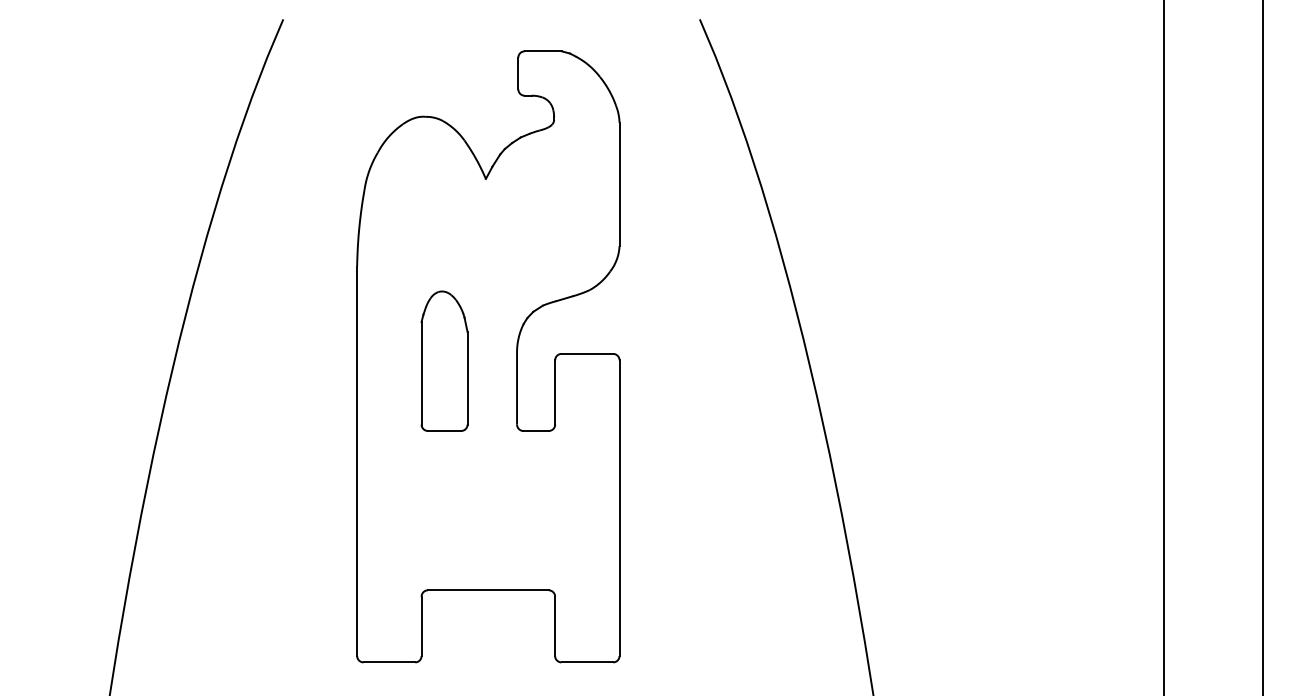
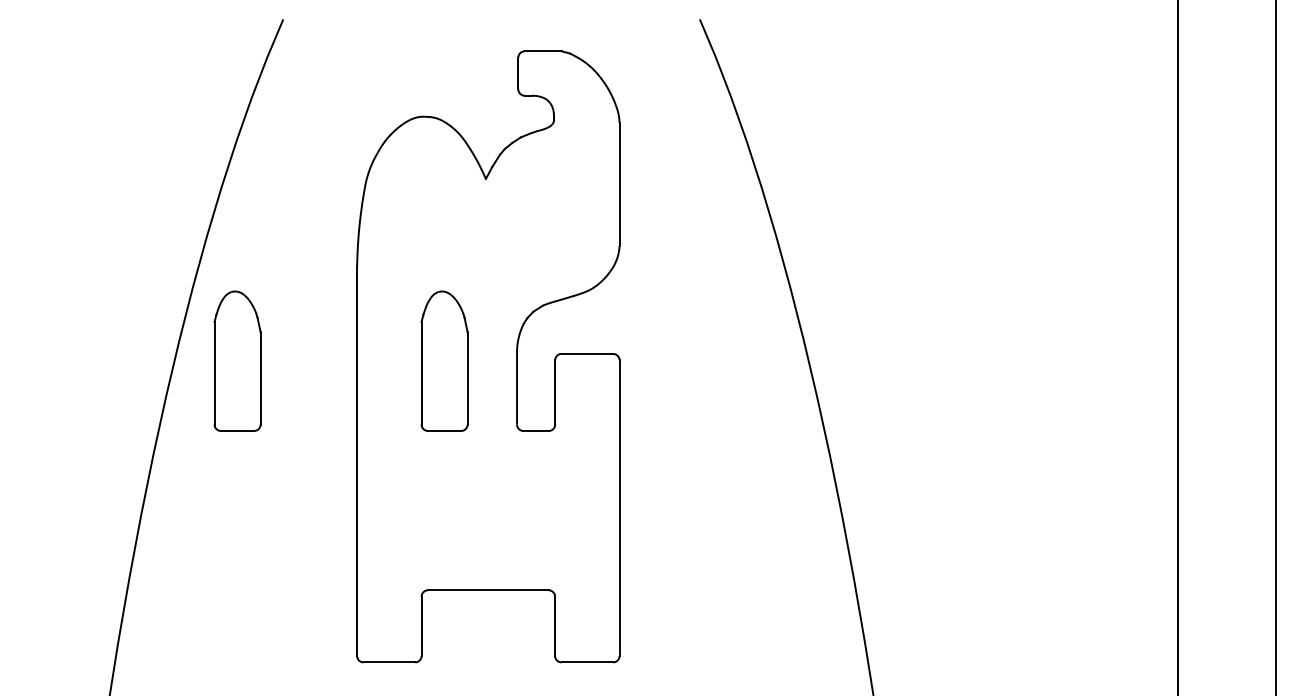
line at (1164, 347) position: (1164, 347) -> (1178, 347)
line at (1262, 347) position: (1262, 347) -> (1275, 347)
part at (237, 360): none -> present
